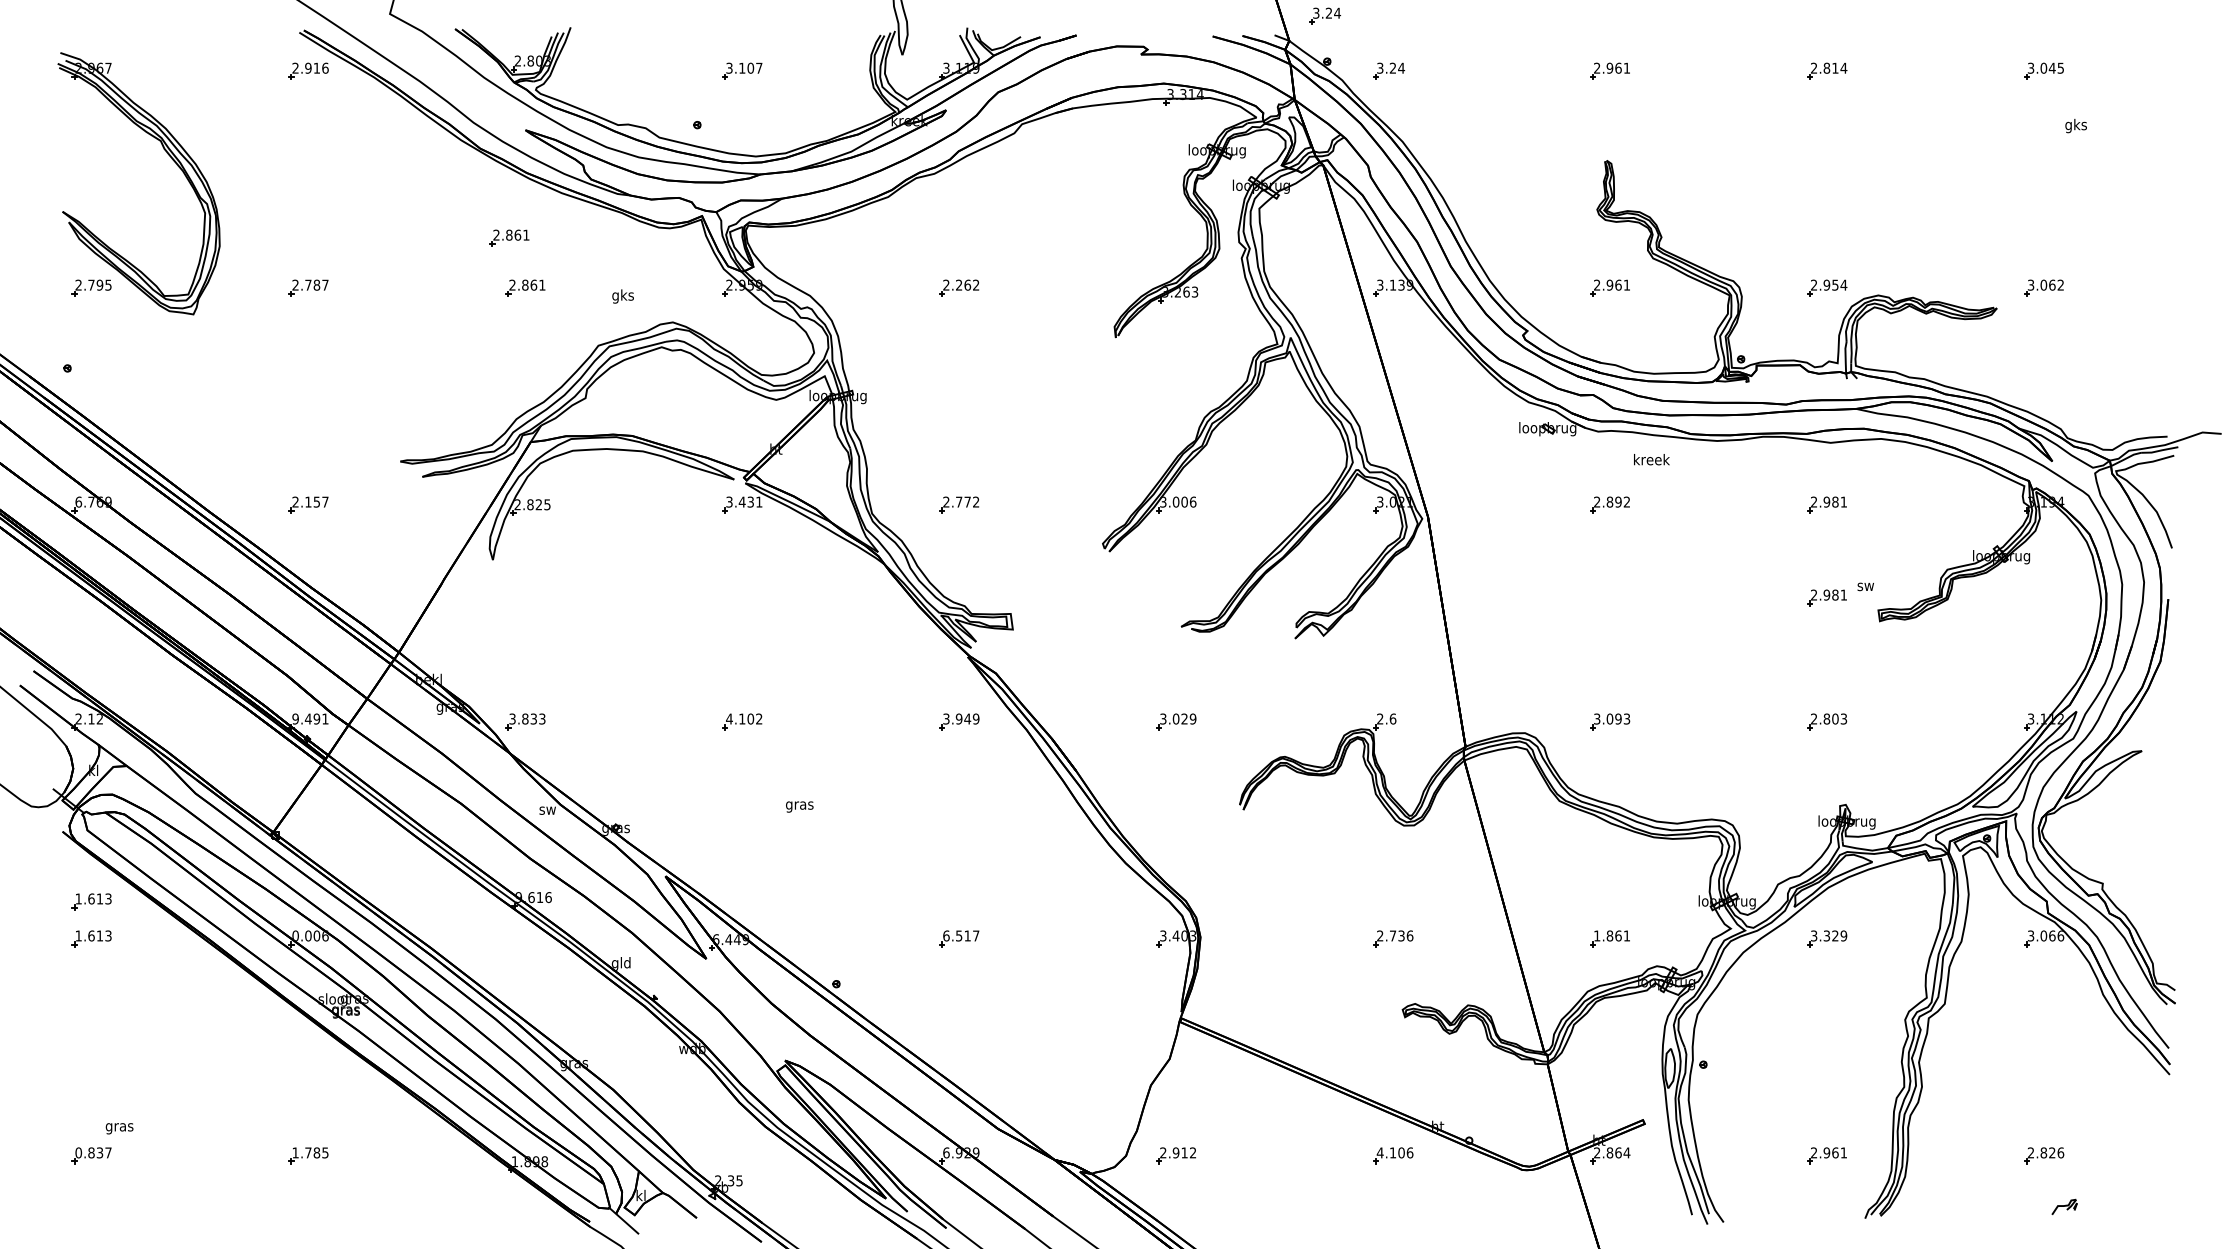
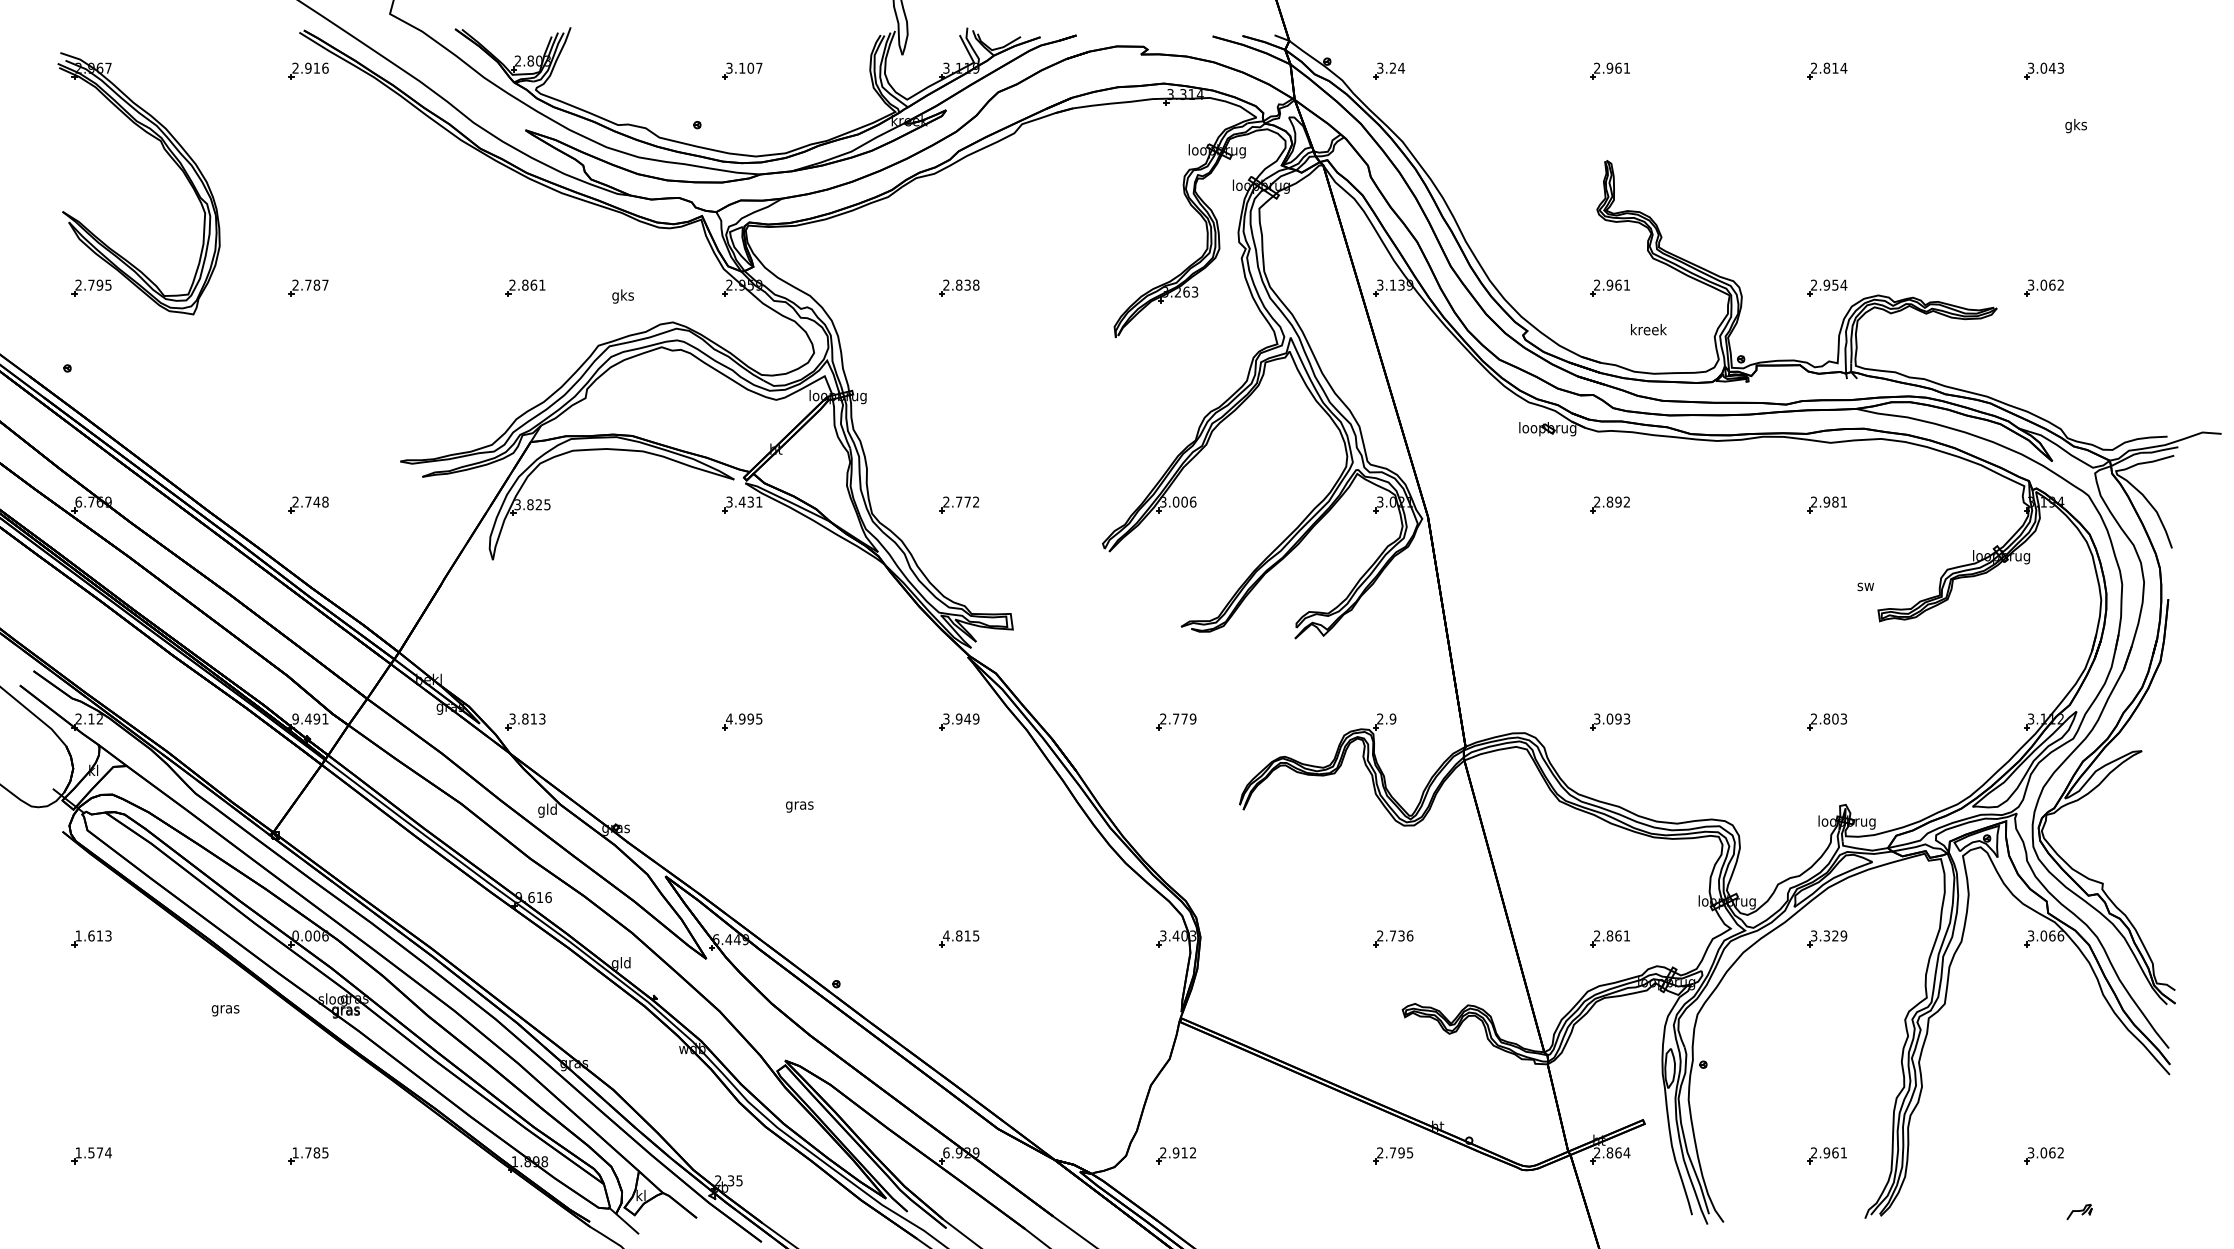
part at (1324, 15): present -> none
text at (2060, 67): 3.045 -> 3.043
part at (509, 237): present -> none
text at (967, 284): 2.262 -> 2.838
text at (1651, 459) position: (1651, 459) -> (1648, 329)
text at (316, 501): 2.157 -> 2.748
text at (517, 504): 2.825 -> 3.825
part at (1826, 597): present -> none
text at (533, 718): 3.833 -> 3.813
text at (750, 718): 4.102 -> 4.995
text at (1173, 718): 3.029 -> 2.779
text at (1392, 718): 2.6 -> 2.9
text at (547, 810): sw -> gld
part at (91, 901): present -> none
text at (960, 935): 6.517 -> 4.815
text at (1597, 935): 1.861 -> 2.861
text at (119, 1128) position: (119, 1128) -> (225, 1010)
text at (93, 1152): 0.837 -> 1.574
text at (1394, 1152): 4.106 -> 2.795
text at (2045, 1152): 2.826 -> 3.062
part at (2064, 1206) position: (2064, 1206) -> (2079, 1211)
